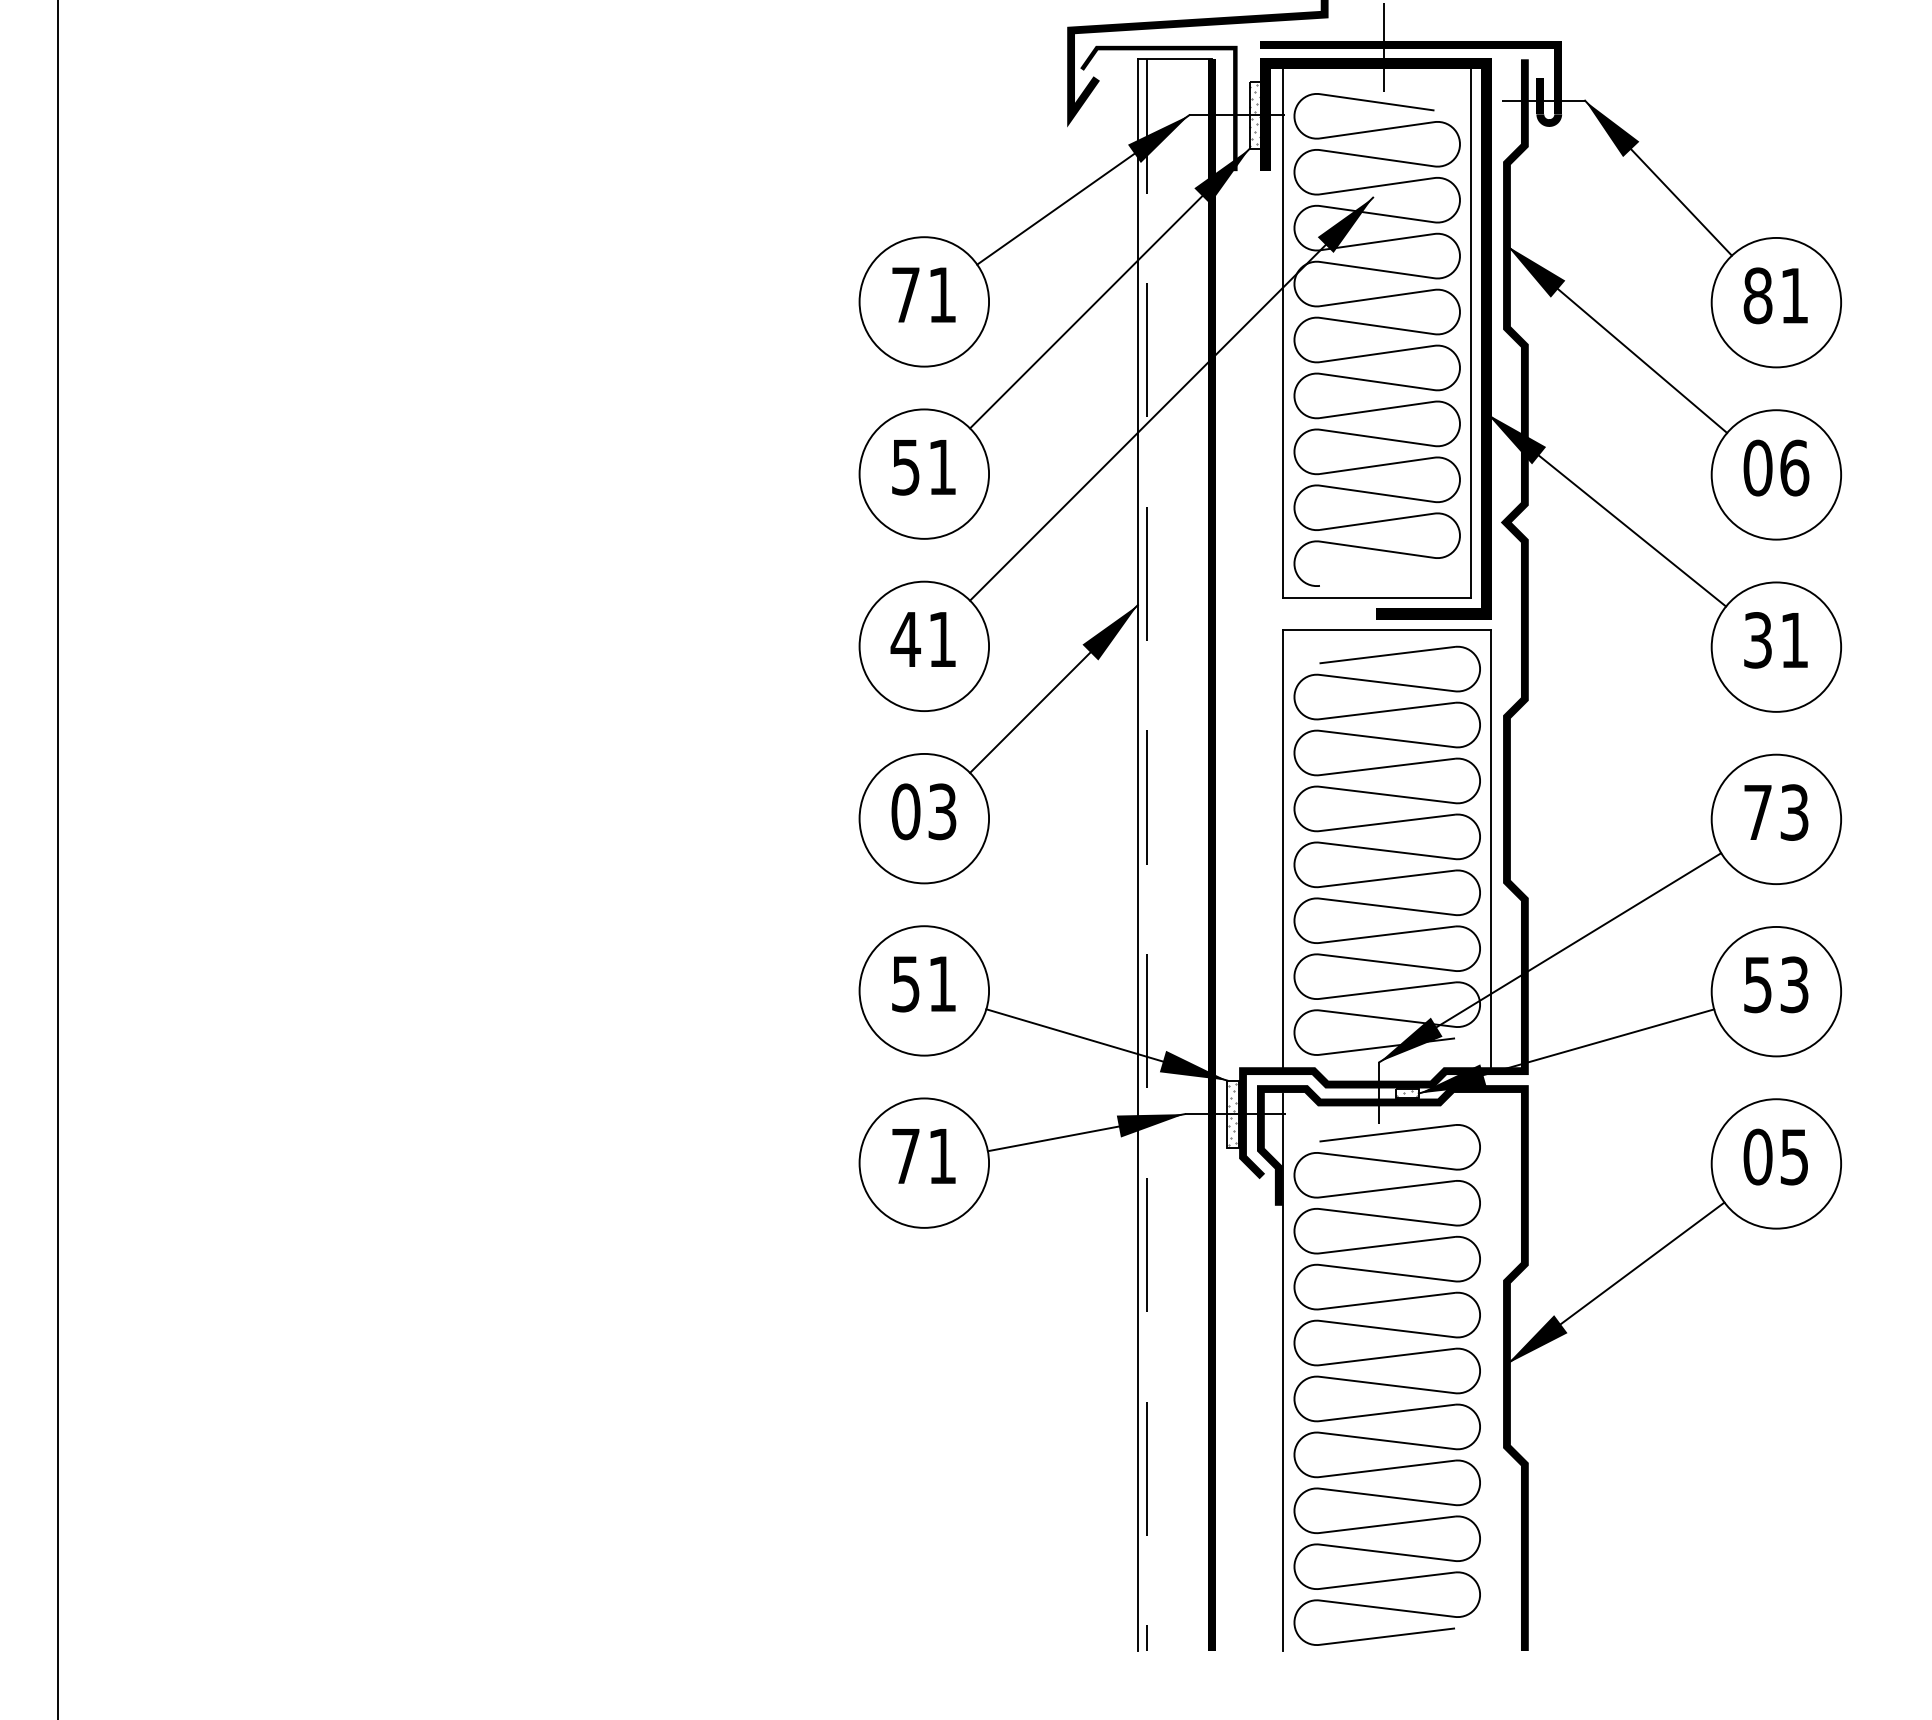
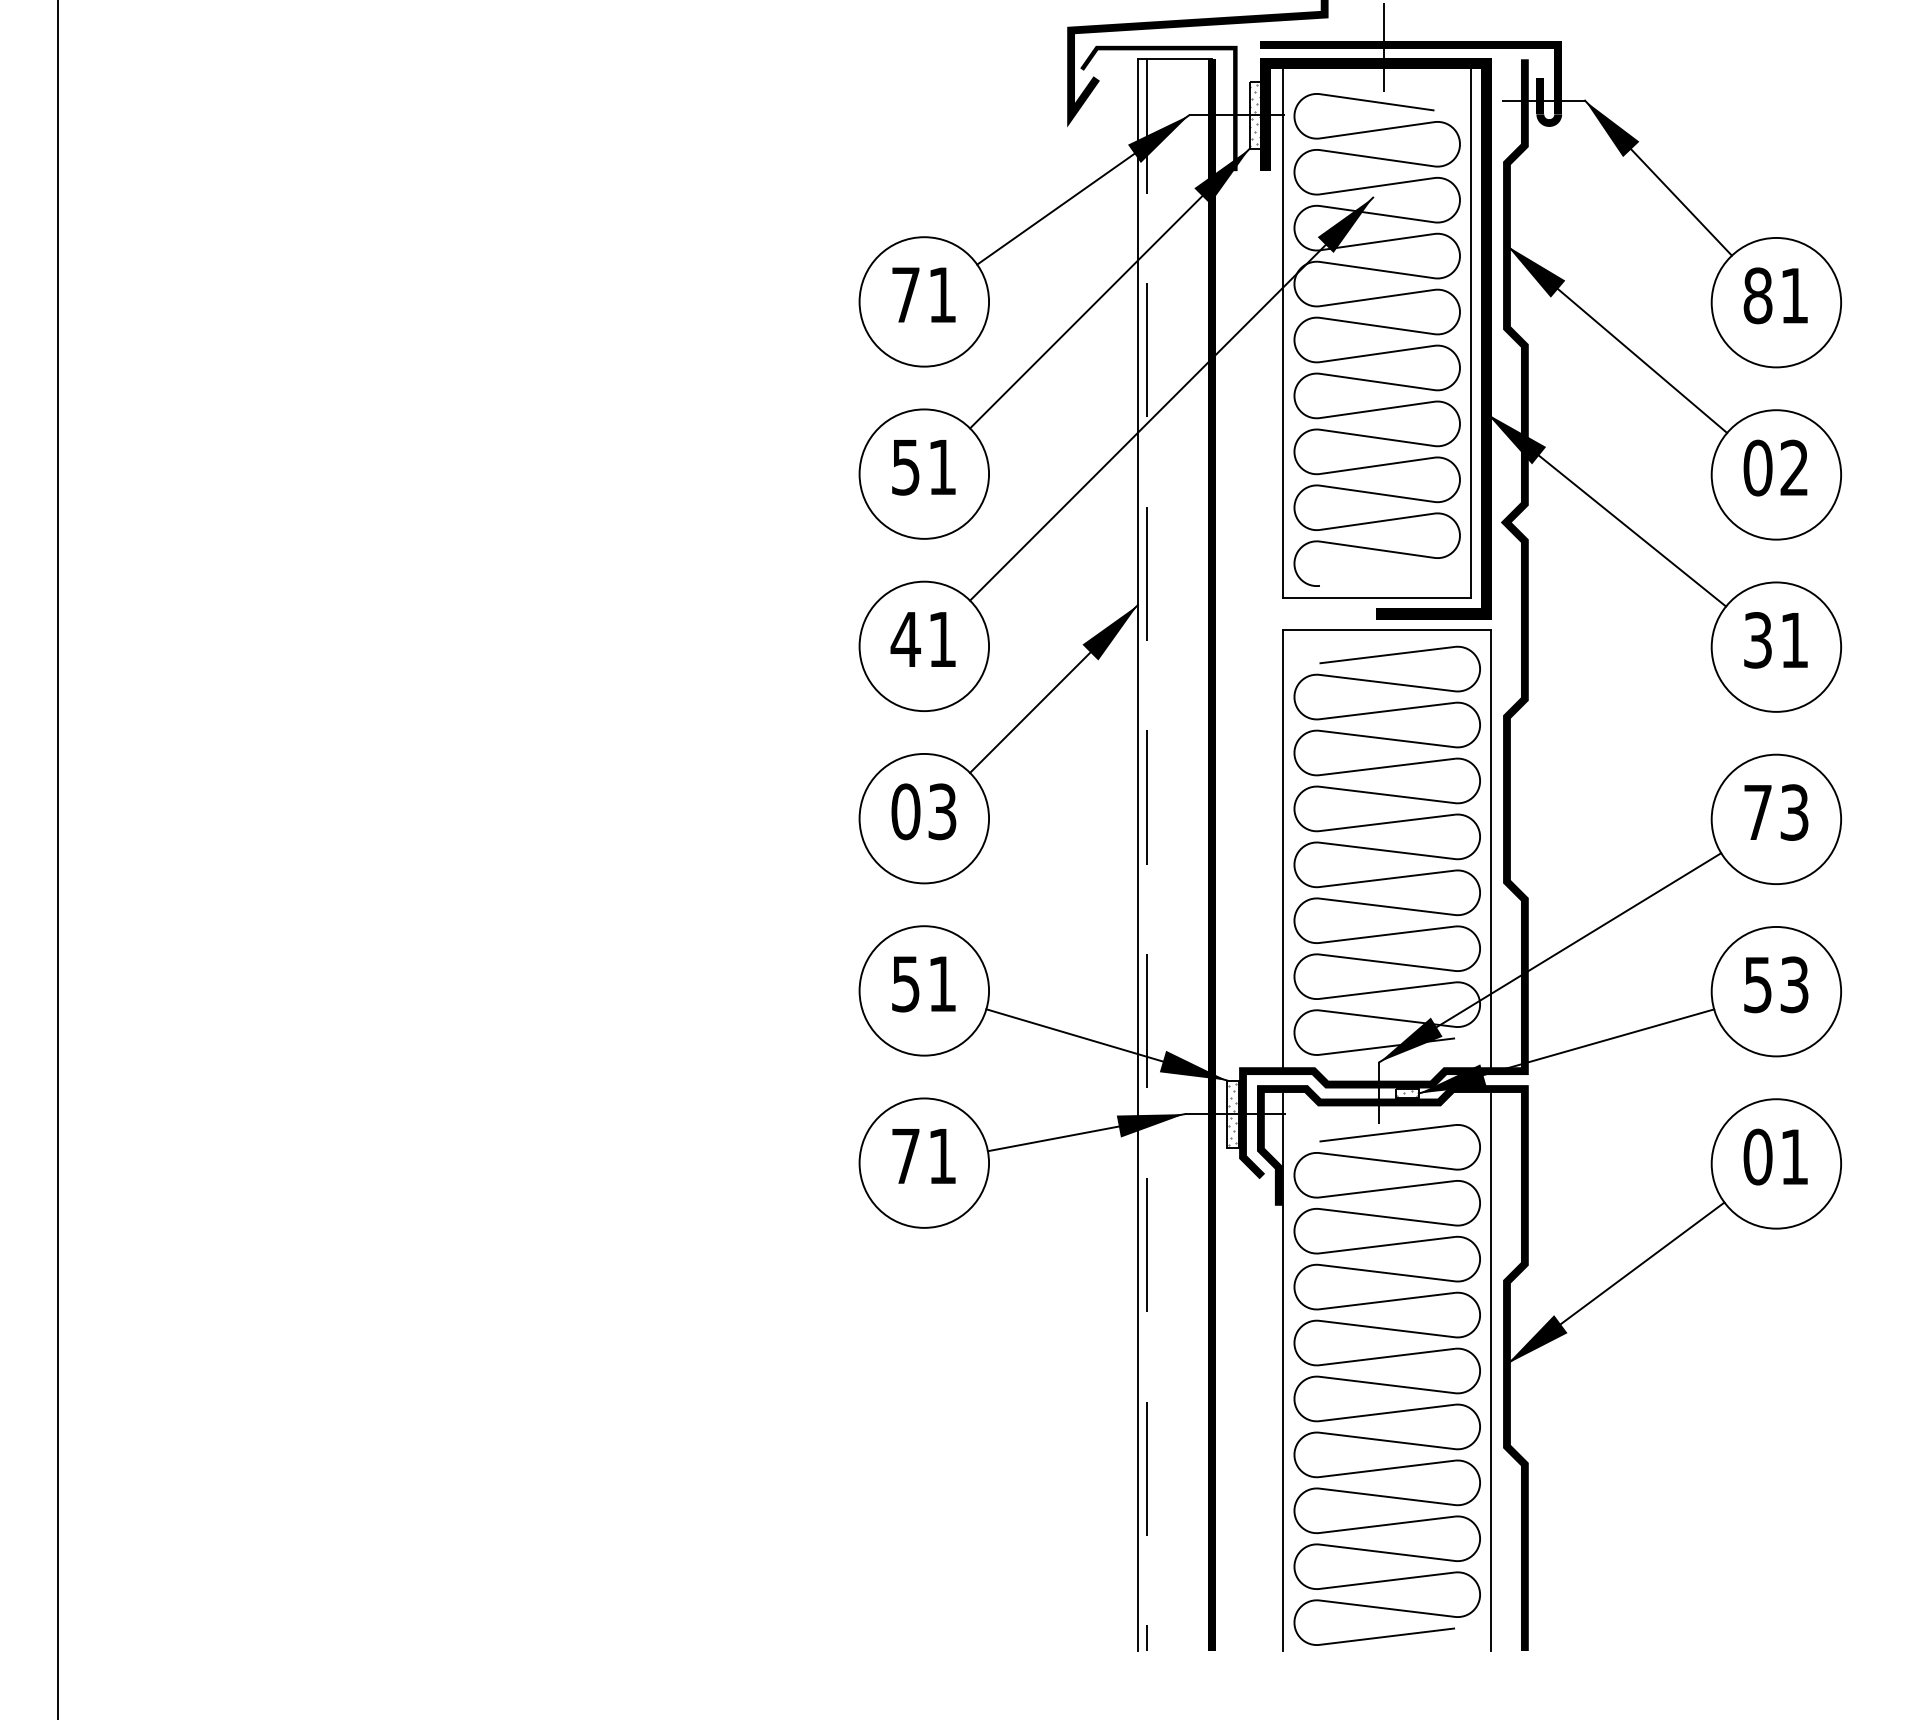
text at (1794, 467): 06 -> 02
text at (1793, 1157): 05 -> 01
line at (1491, 1371): none -> present
